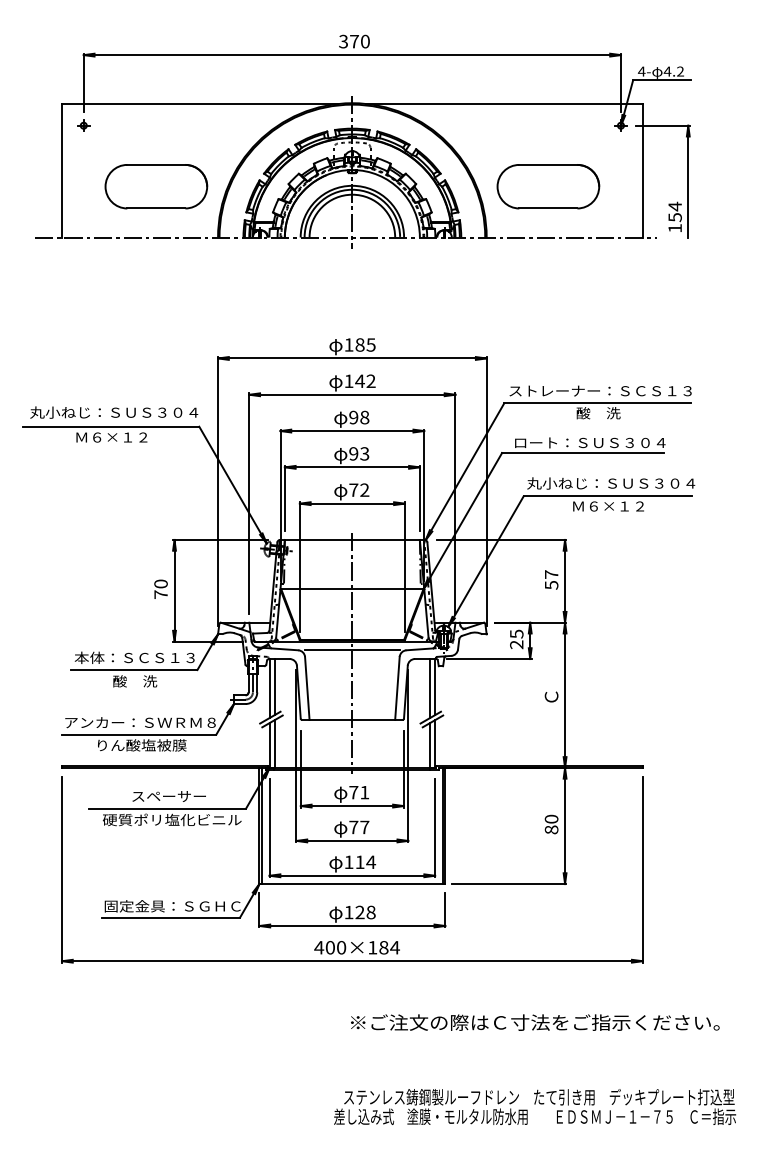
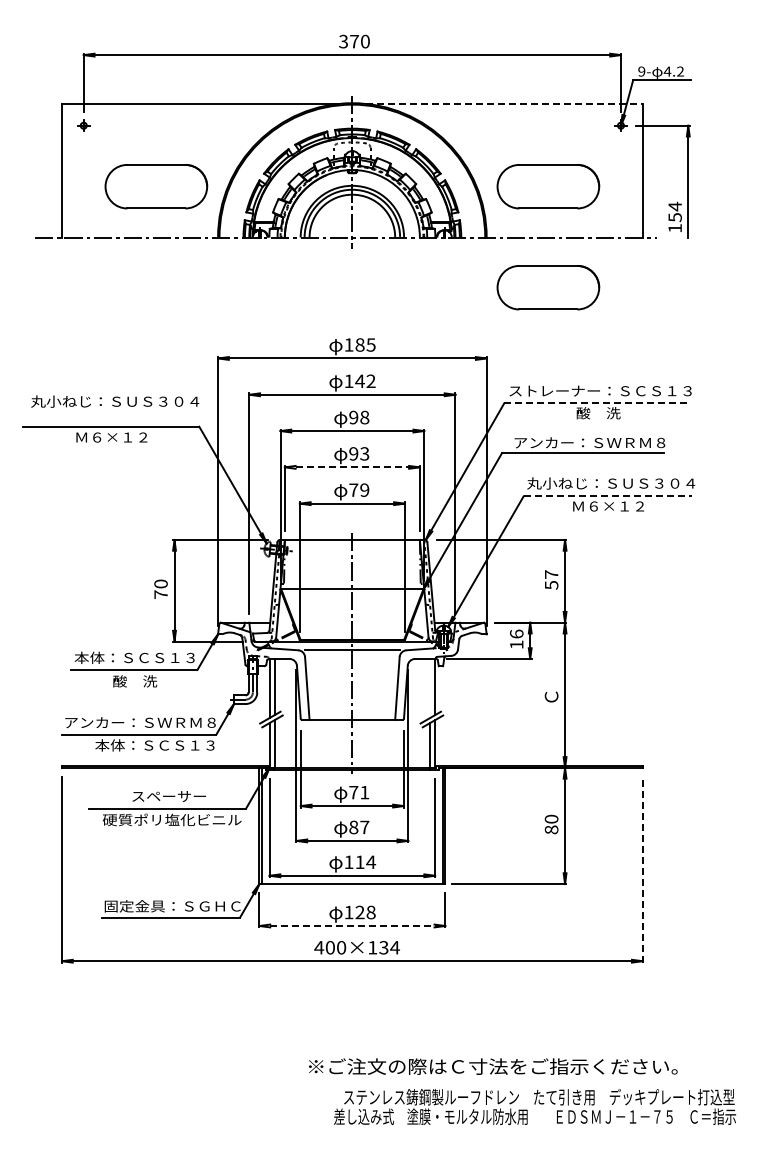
text at (641, 71): 4- -> 9-
line at (505, 103): solid -> dashed
part at (548, 287): none -> present
line at (598, 403): solid -> dashed
text at (114, 412) position: (114, 412) -> (115, 401)
text at (589, 442): ロート：ＳＵＳ３０４ -> アンカー：ＳＷＲＭ８
line at (352, 467): solid -> dashed
text at (364, 490): 72 -> 79
line at (608, 496): solid -> dashed
text at (516, 639): 25 -> 16
line at (430, 688): present -> none
text at (154, 745): りん酸塩被膜 -> 本体：ＳＣＳ１３
text at (353, 827): 77 -> 87
line at (642, 869): solid -> dashed
line at (352, 925): solid -> dashed
text at (383, 947): 400×184 -> 400×134
text at (535, 1022) position: (535, 1022) -> (493, 1066)
